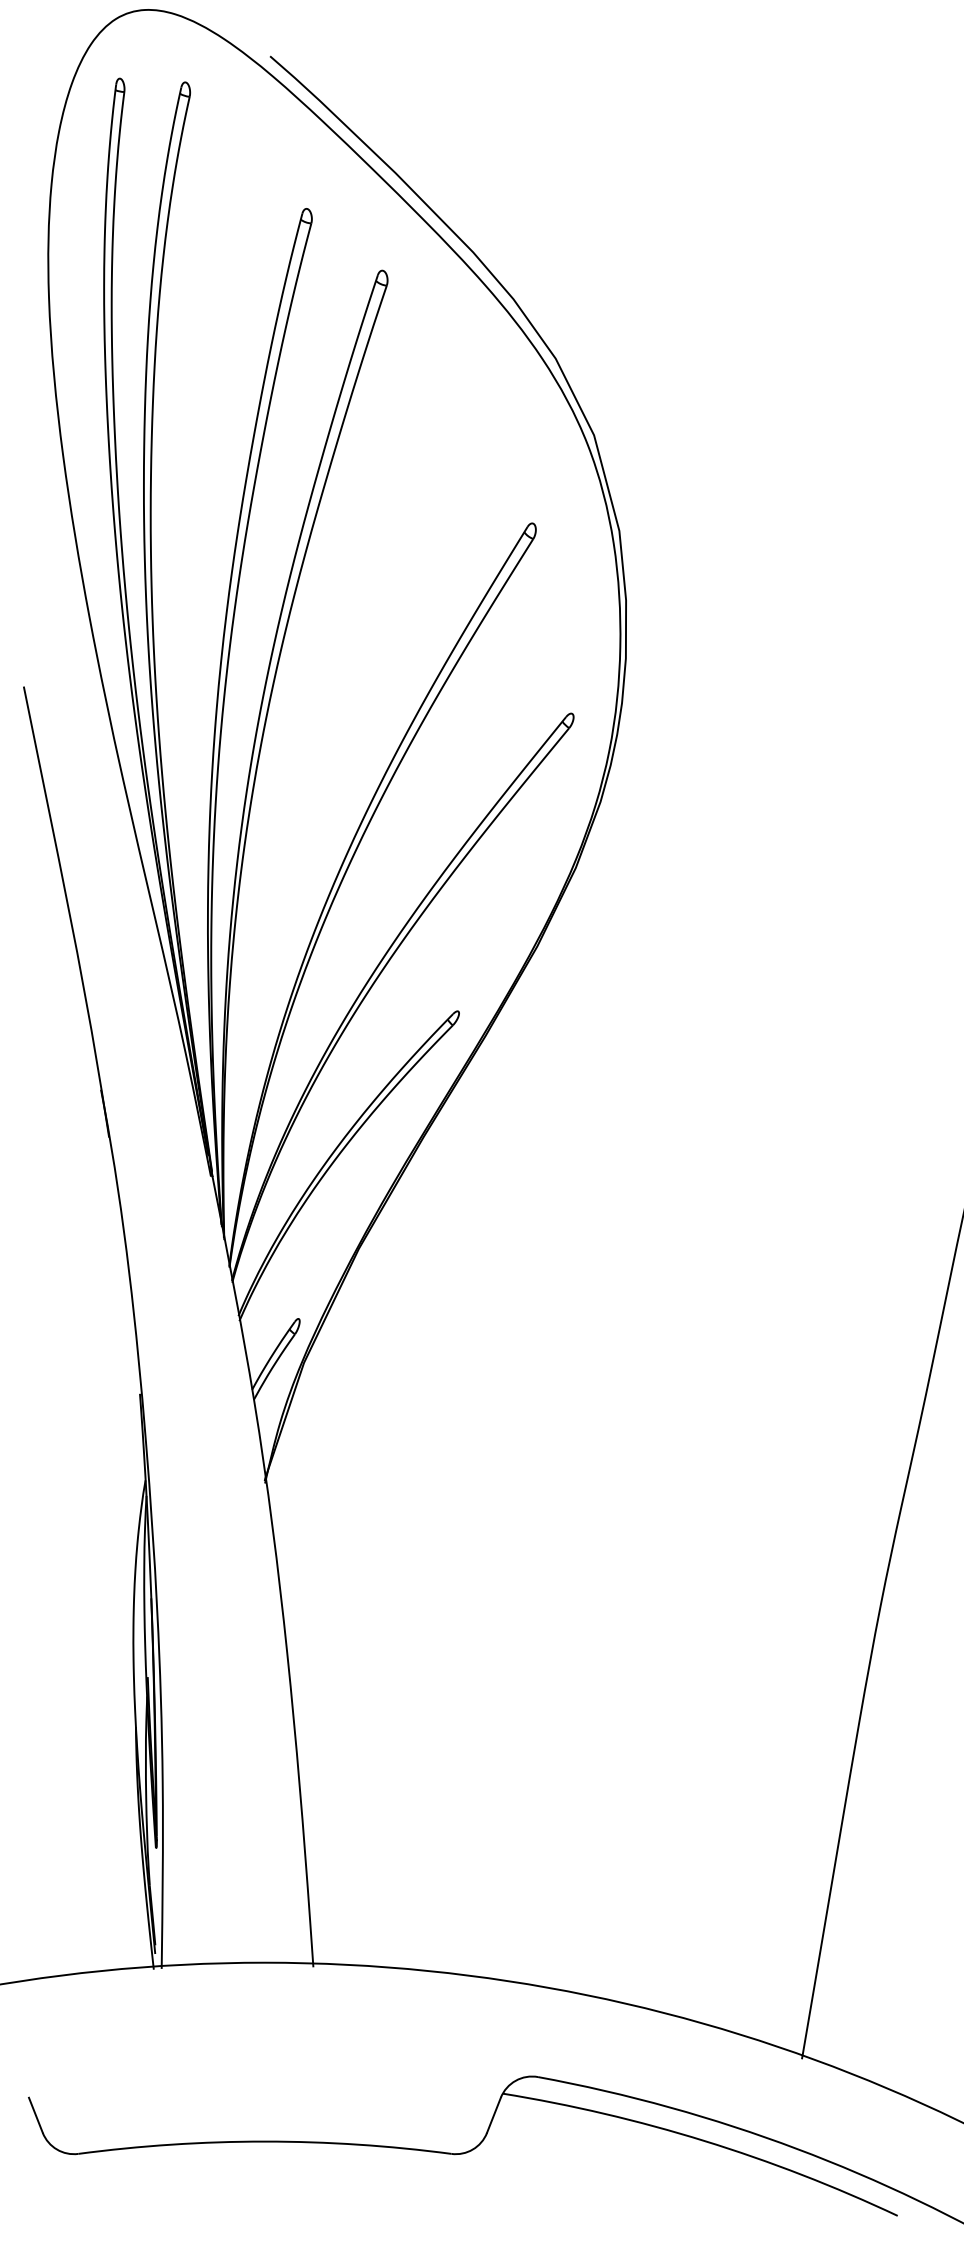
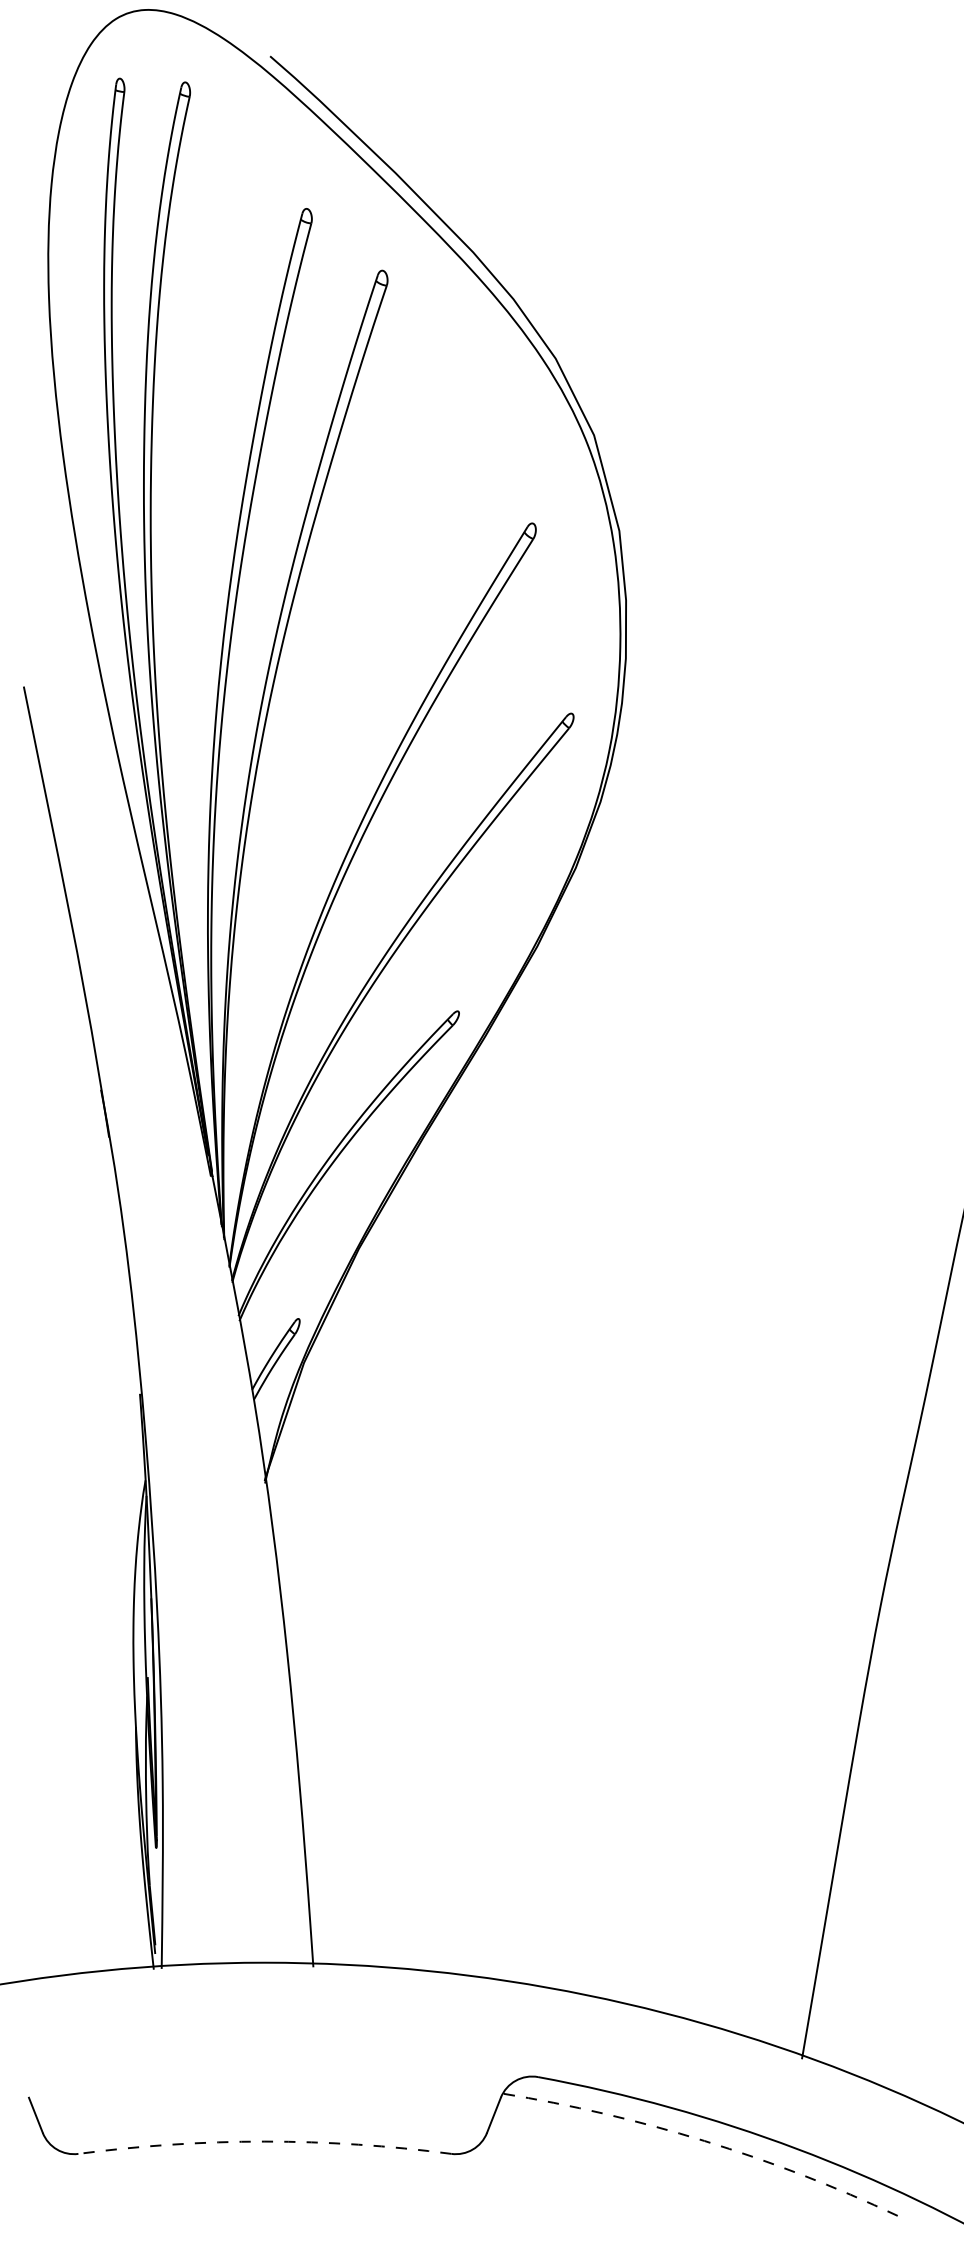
arc at (704, 2140): solid -> dashed
arc at (264, 2141): solid -> dashed
